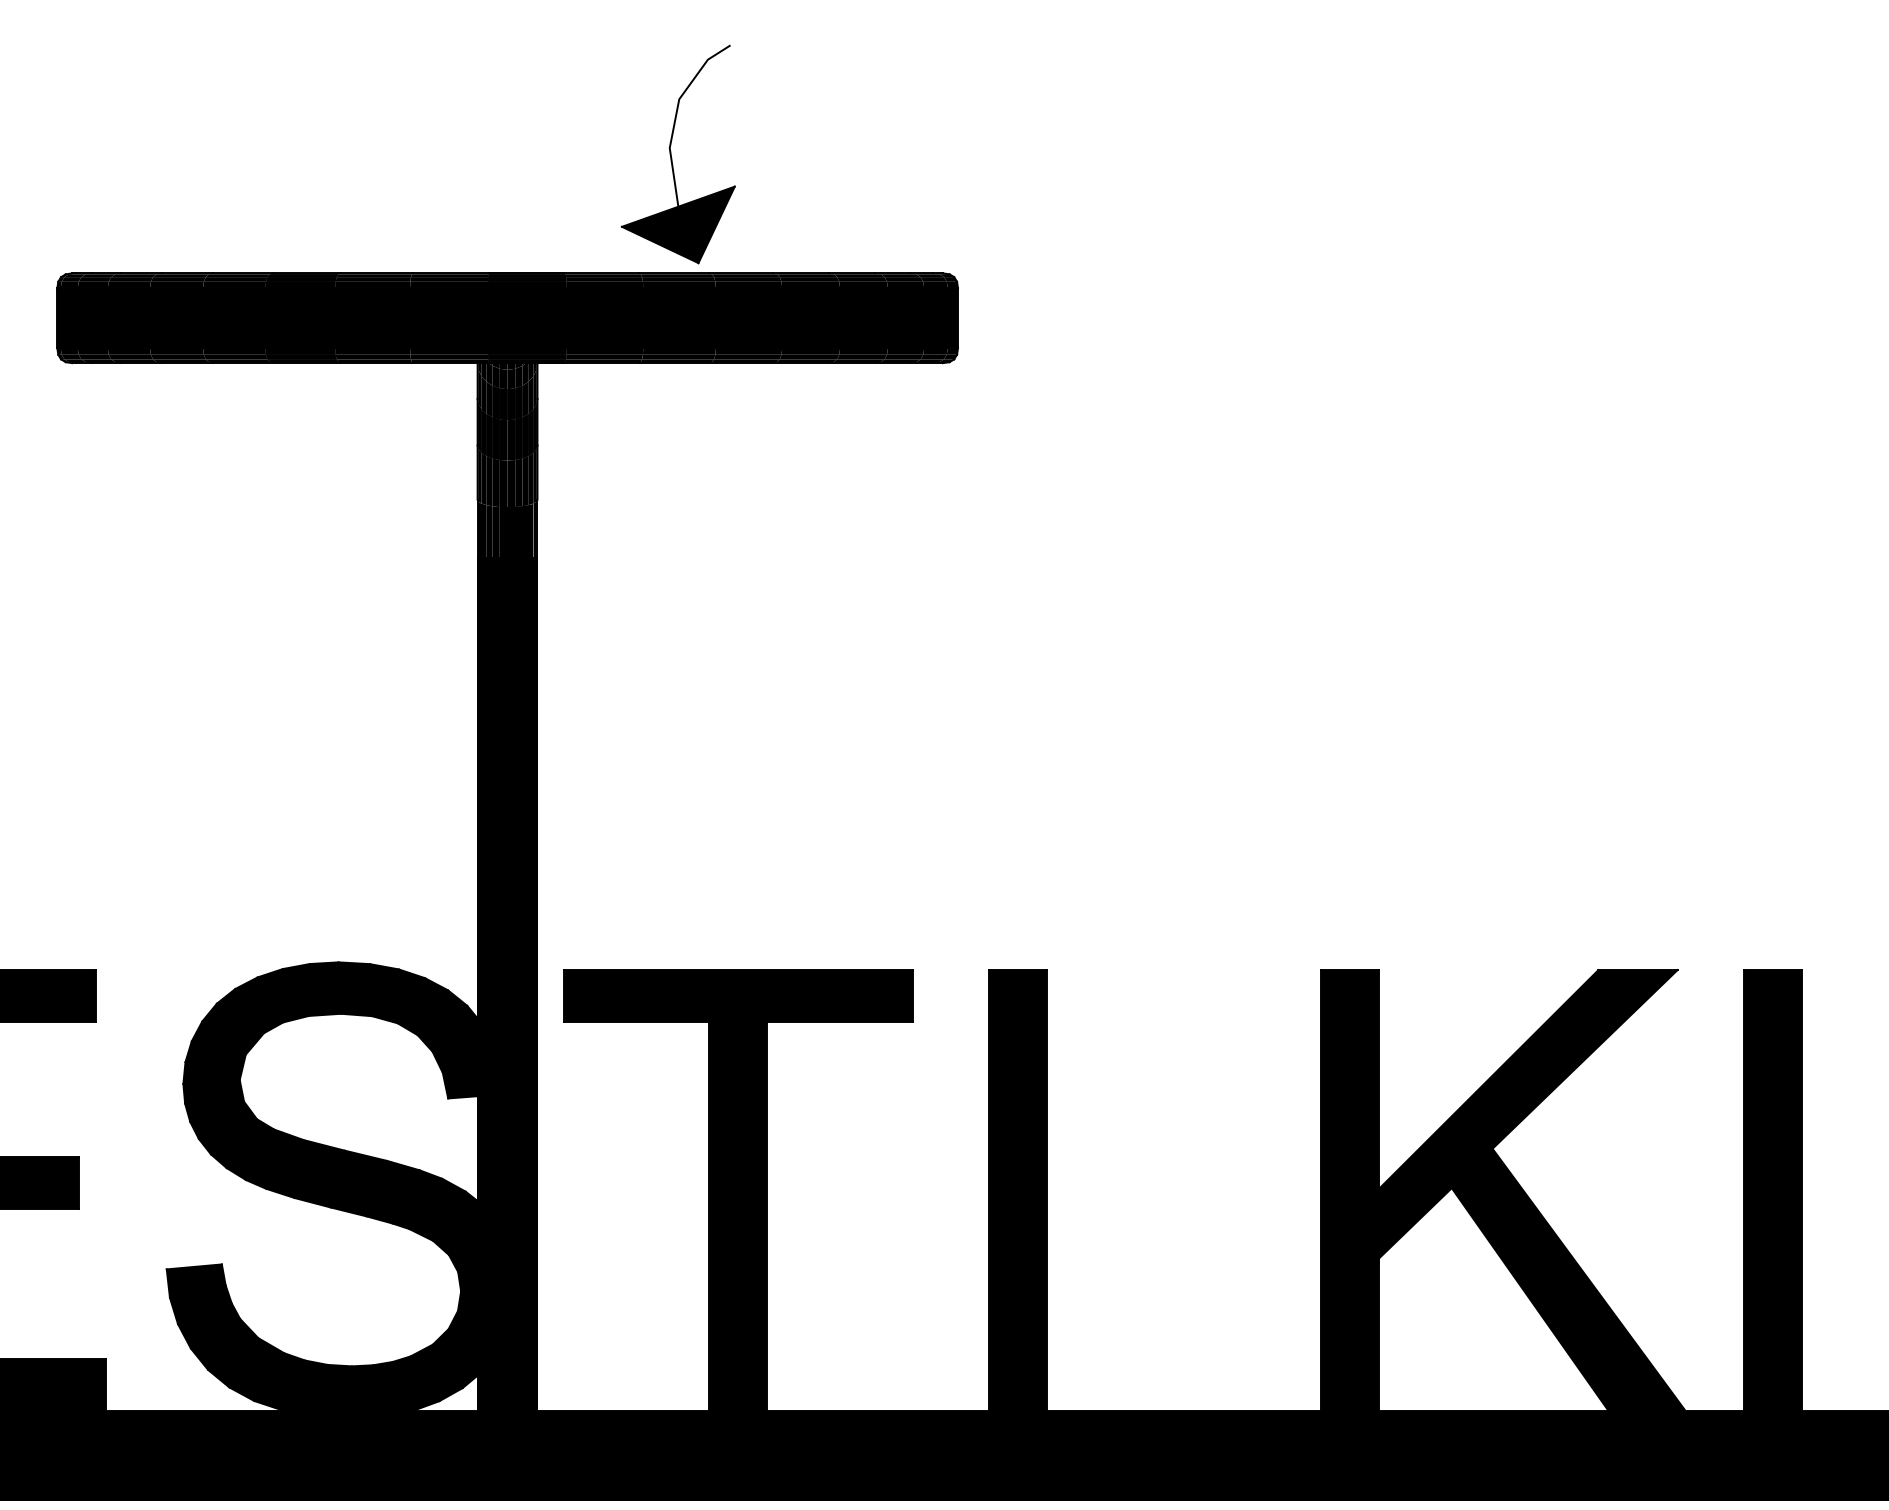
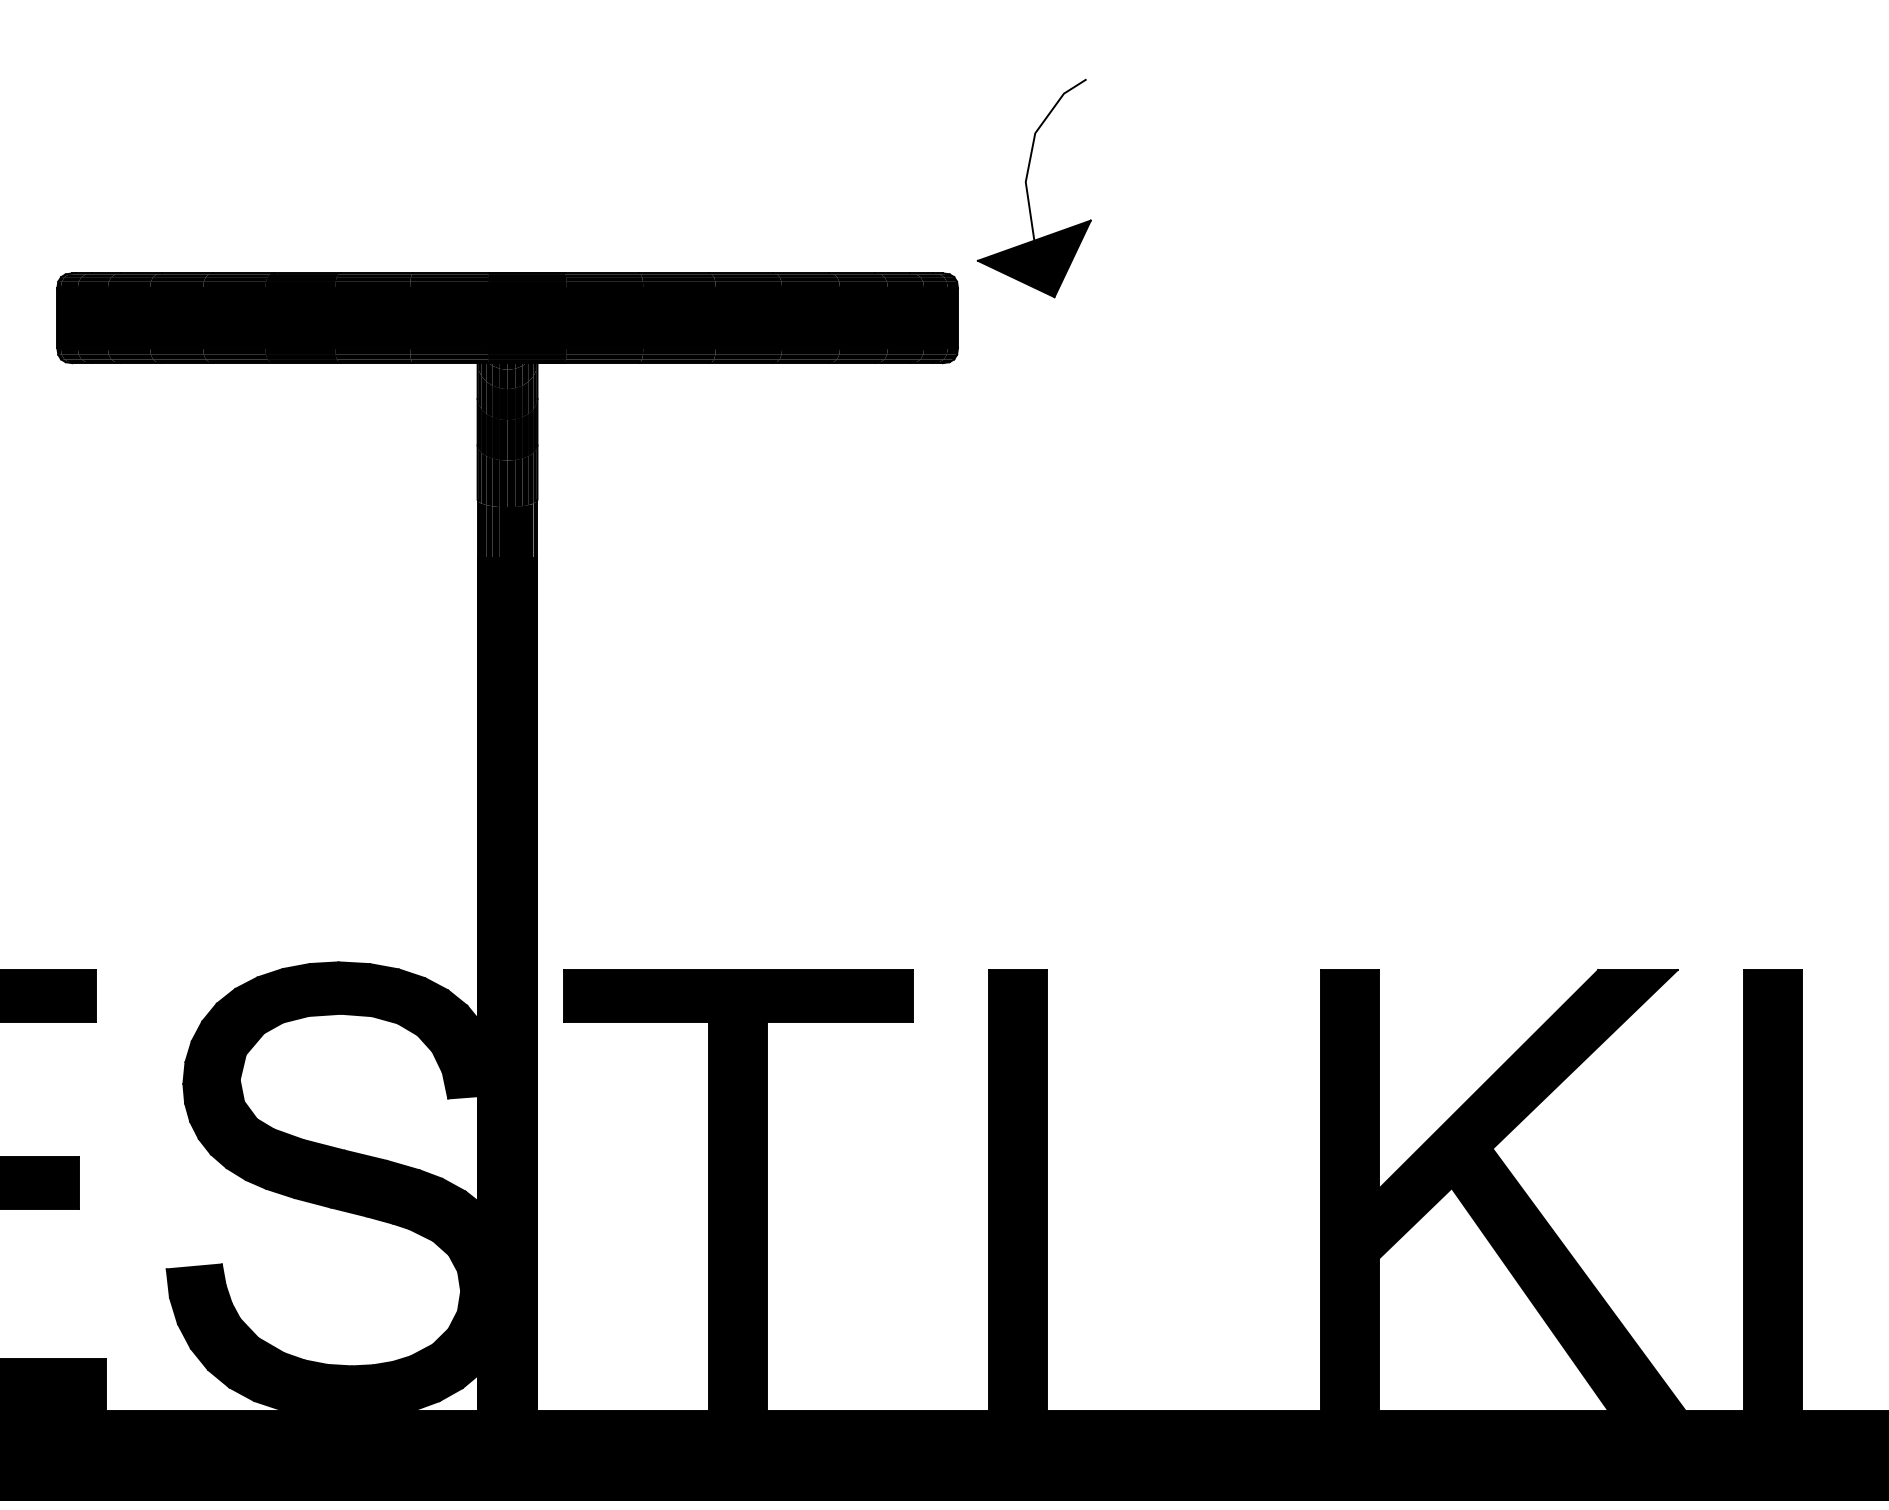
part at (677, 154) position: (677, 154) -> (1033, 188)
